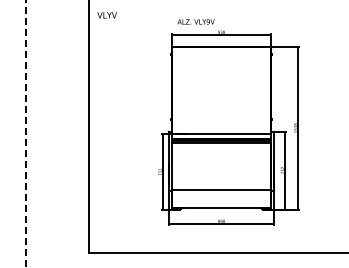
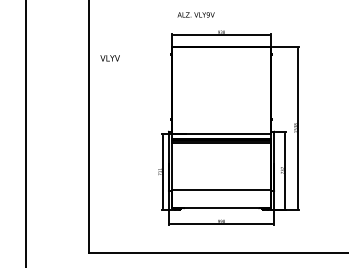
text at (106, 15) position: (106, 15) -> (109, 58)
text at (195, 21) position: (195, 21) -> (195, 14)
line at (25, 134): dashed -> solid
